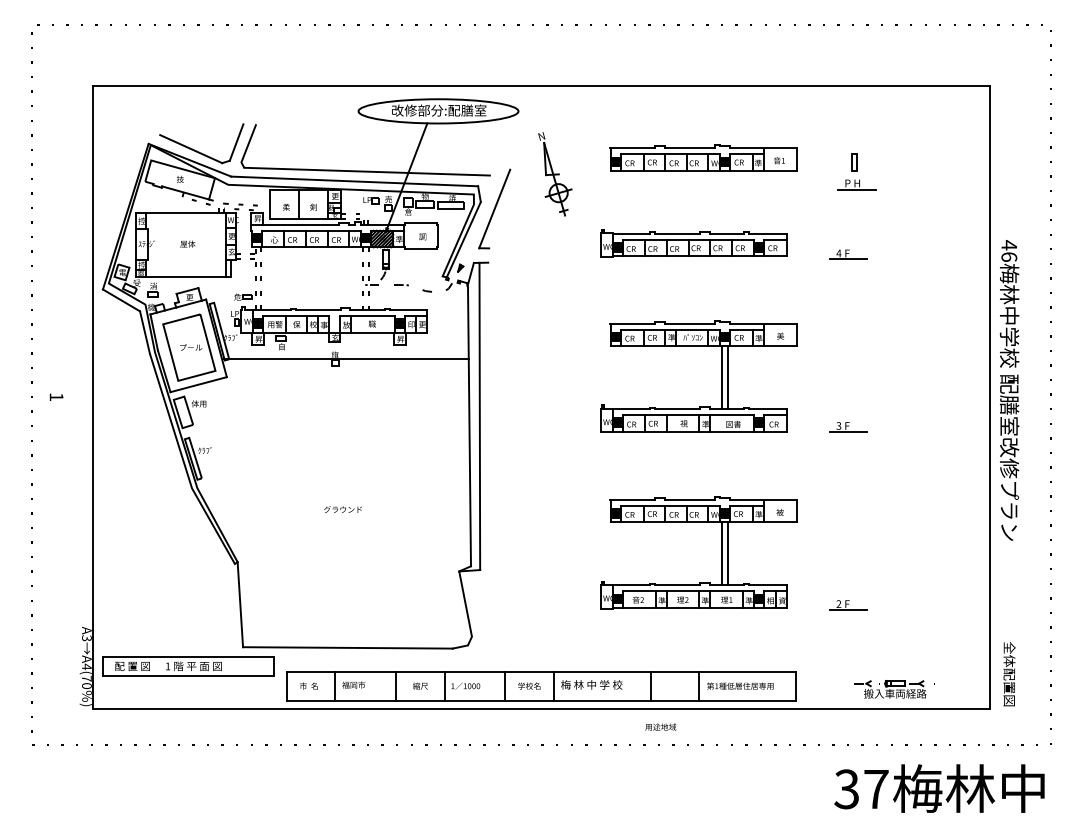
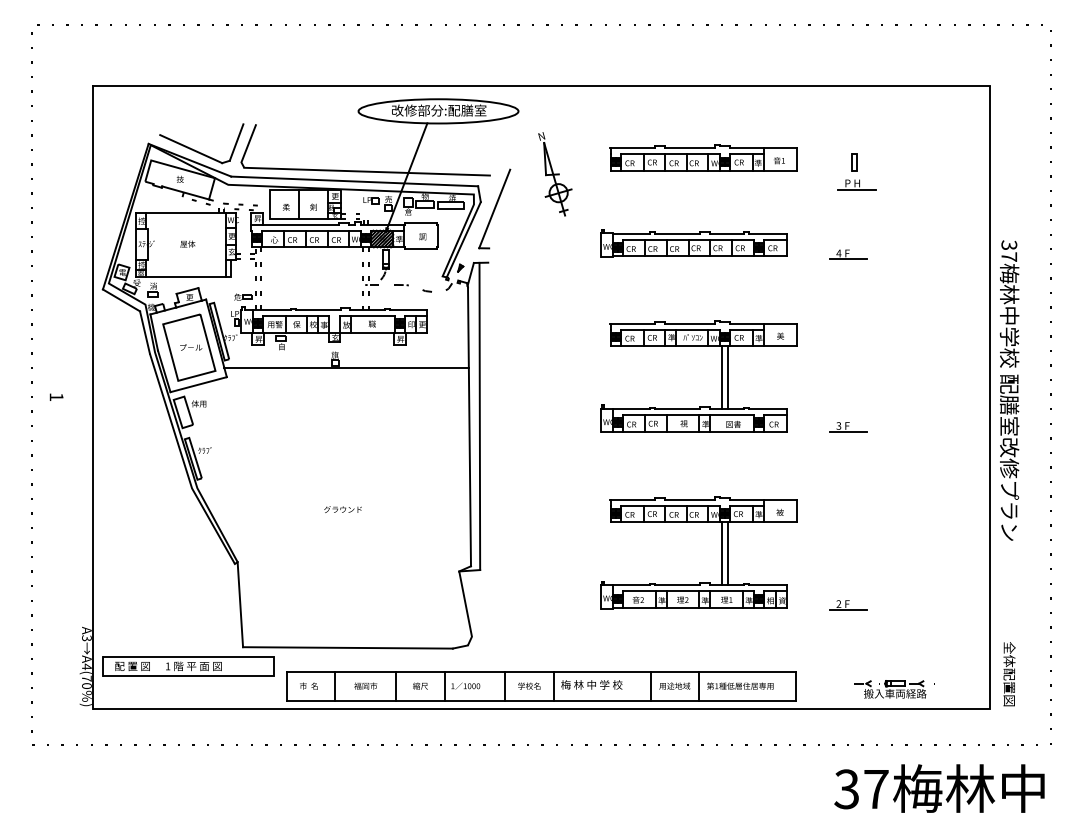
text at (1009, 250): 46 -> 37
line at (346, 359) position: (346, 359) -> (346, 368)
text at (353, 684) position: (353, 684) -> (365, 685)
text at (660, 726) position: (660, 726) -> (674, 685)
